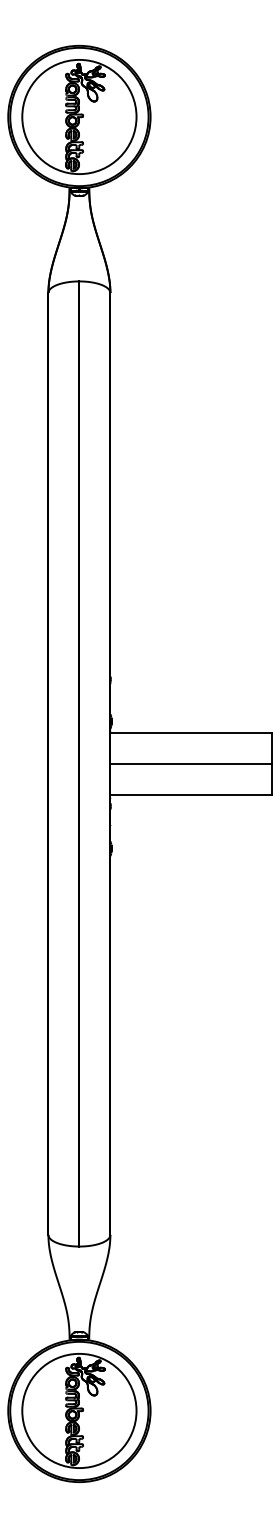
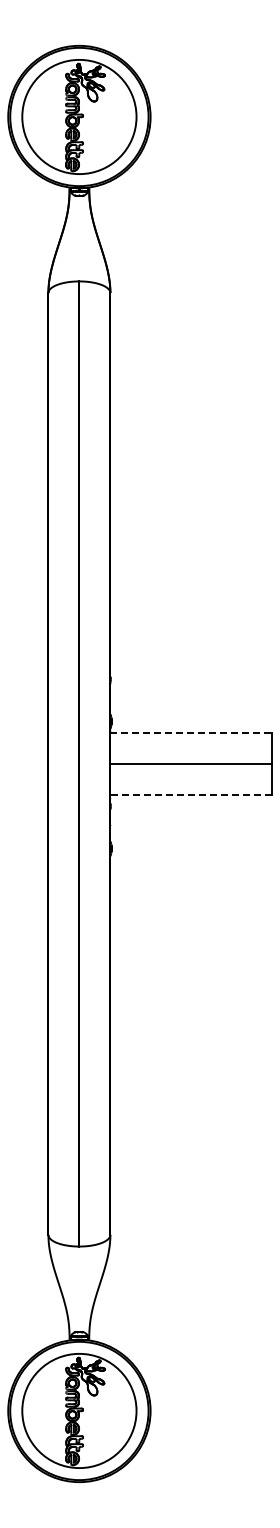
line at (191, 733): solid -> dashed
line at (191, 794): solid -> dashed
